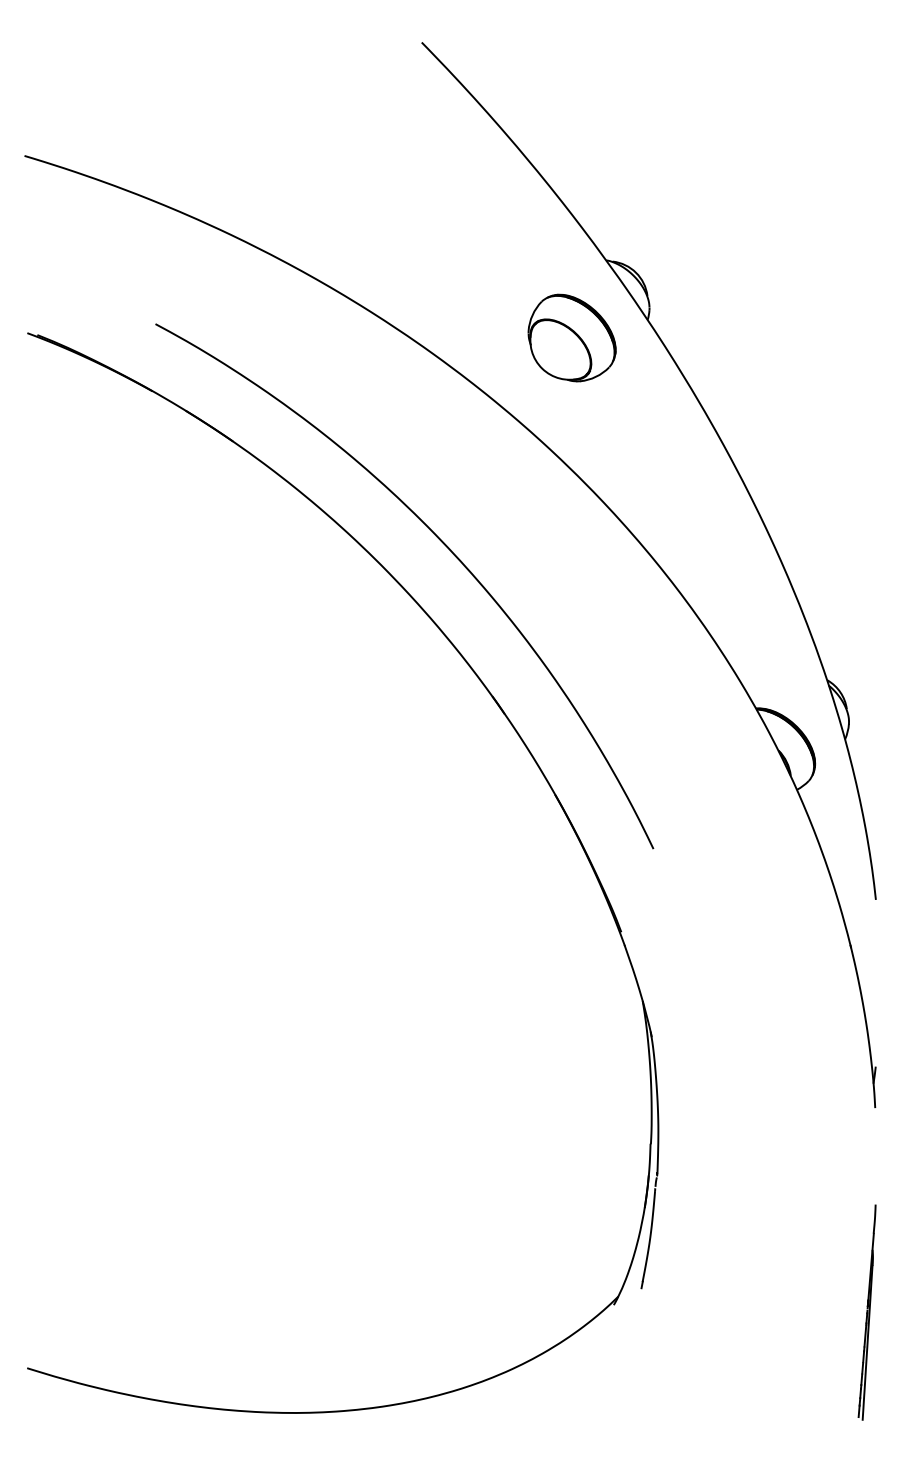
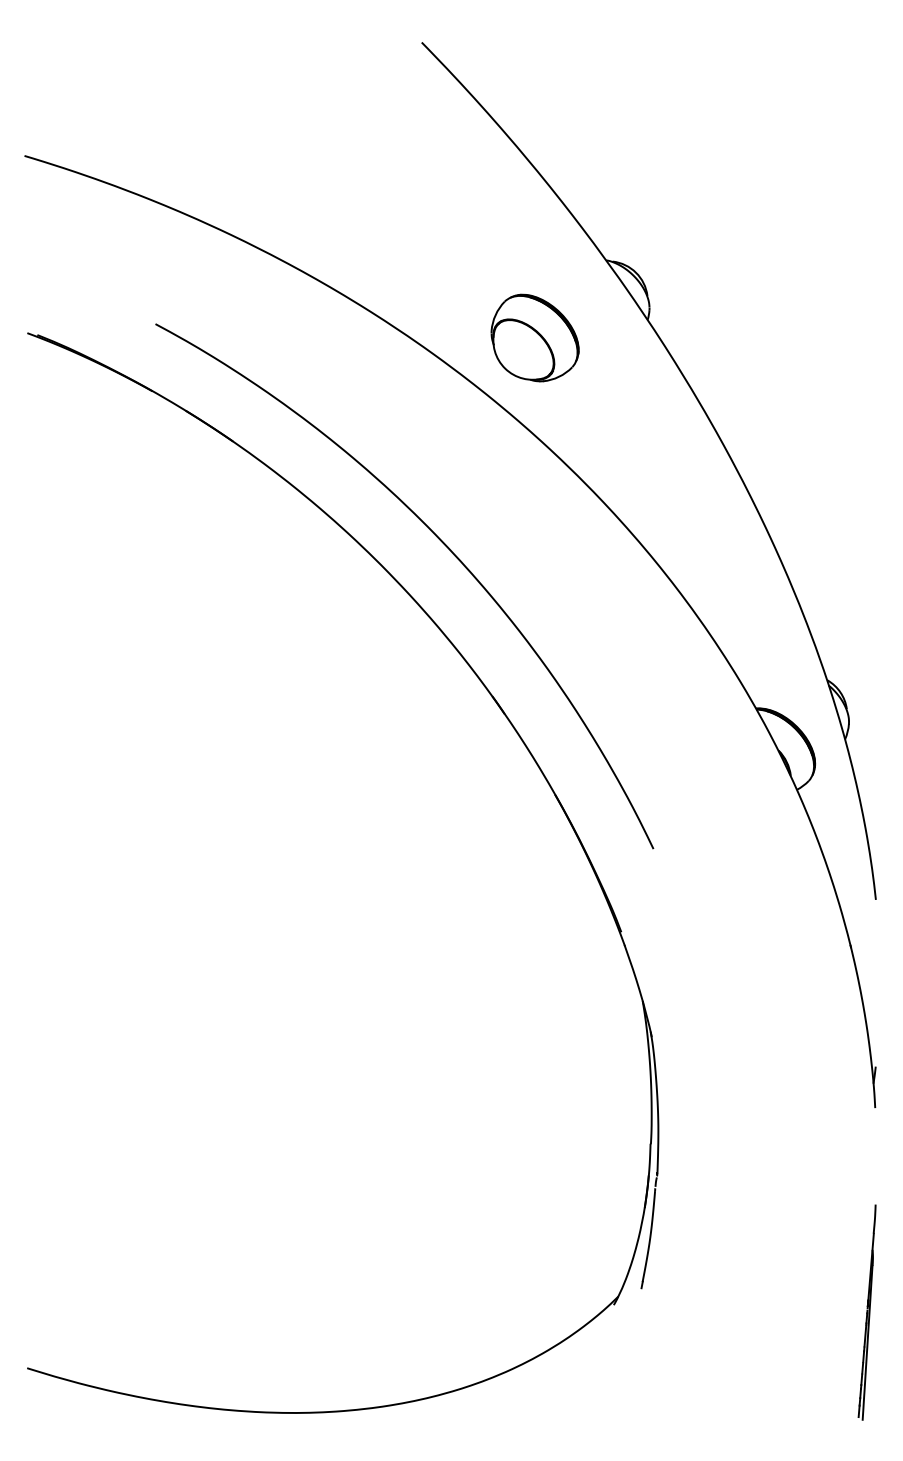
part at (571, 337) position: (571, 337) -> (534, 337)
